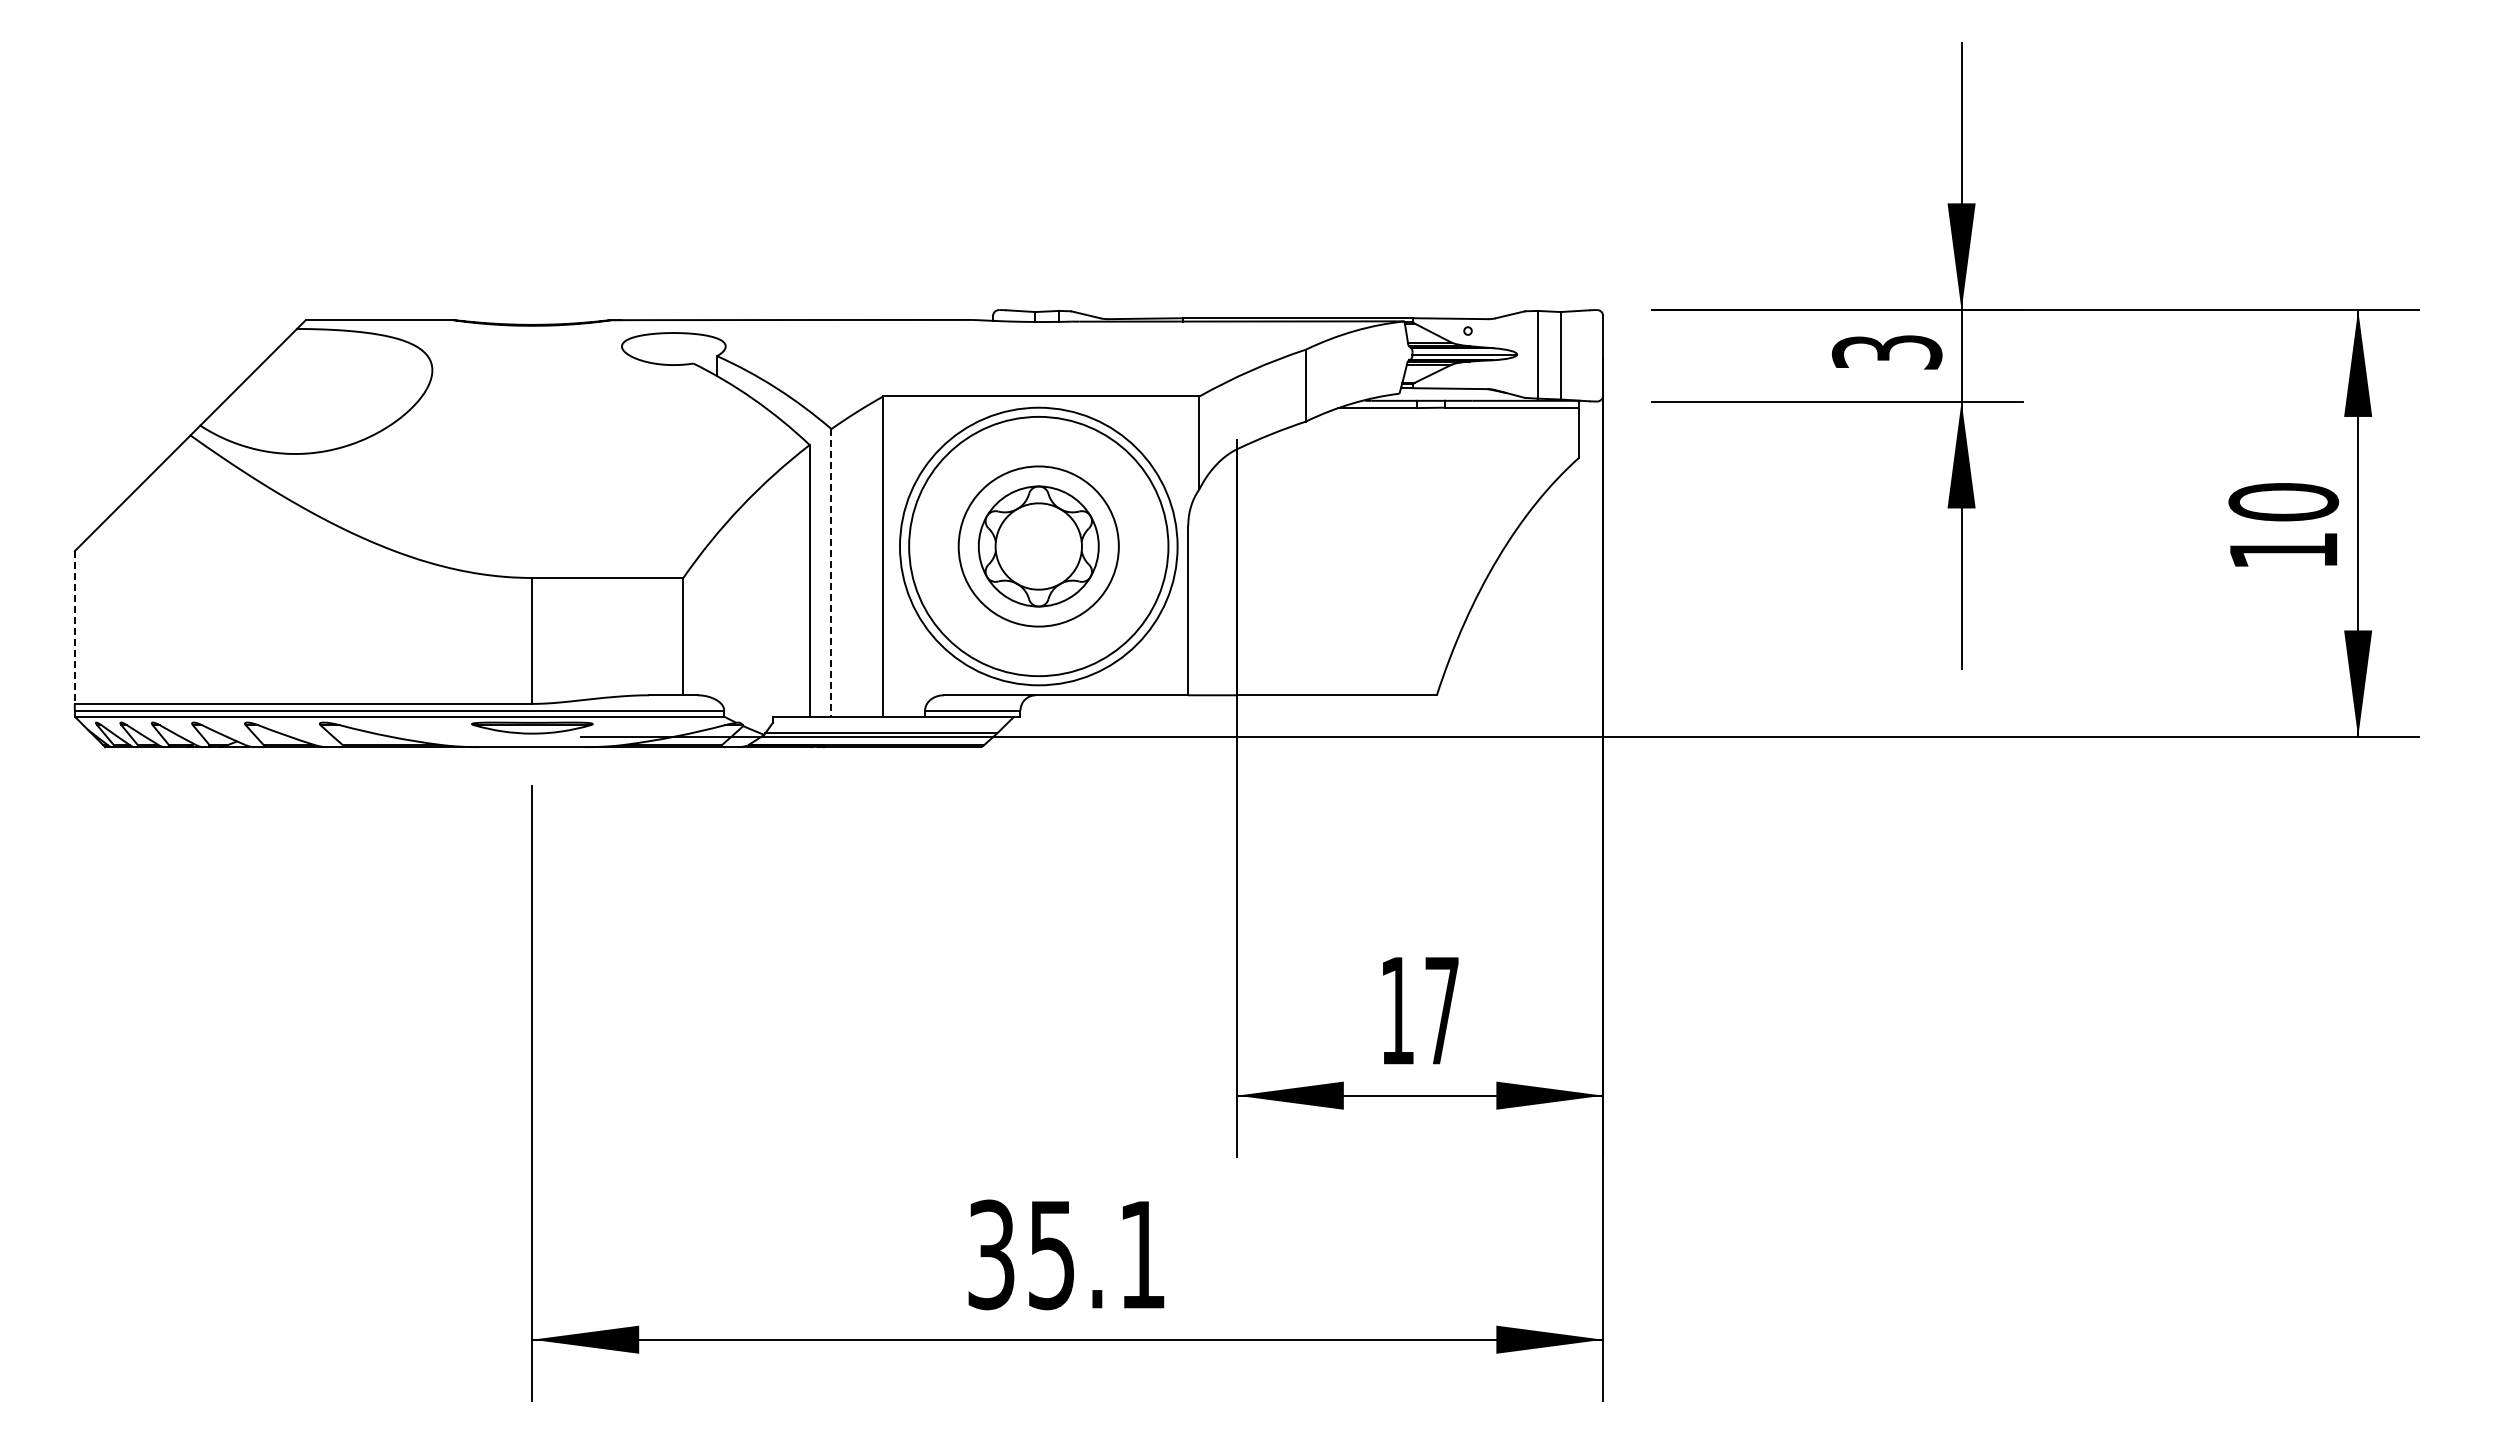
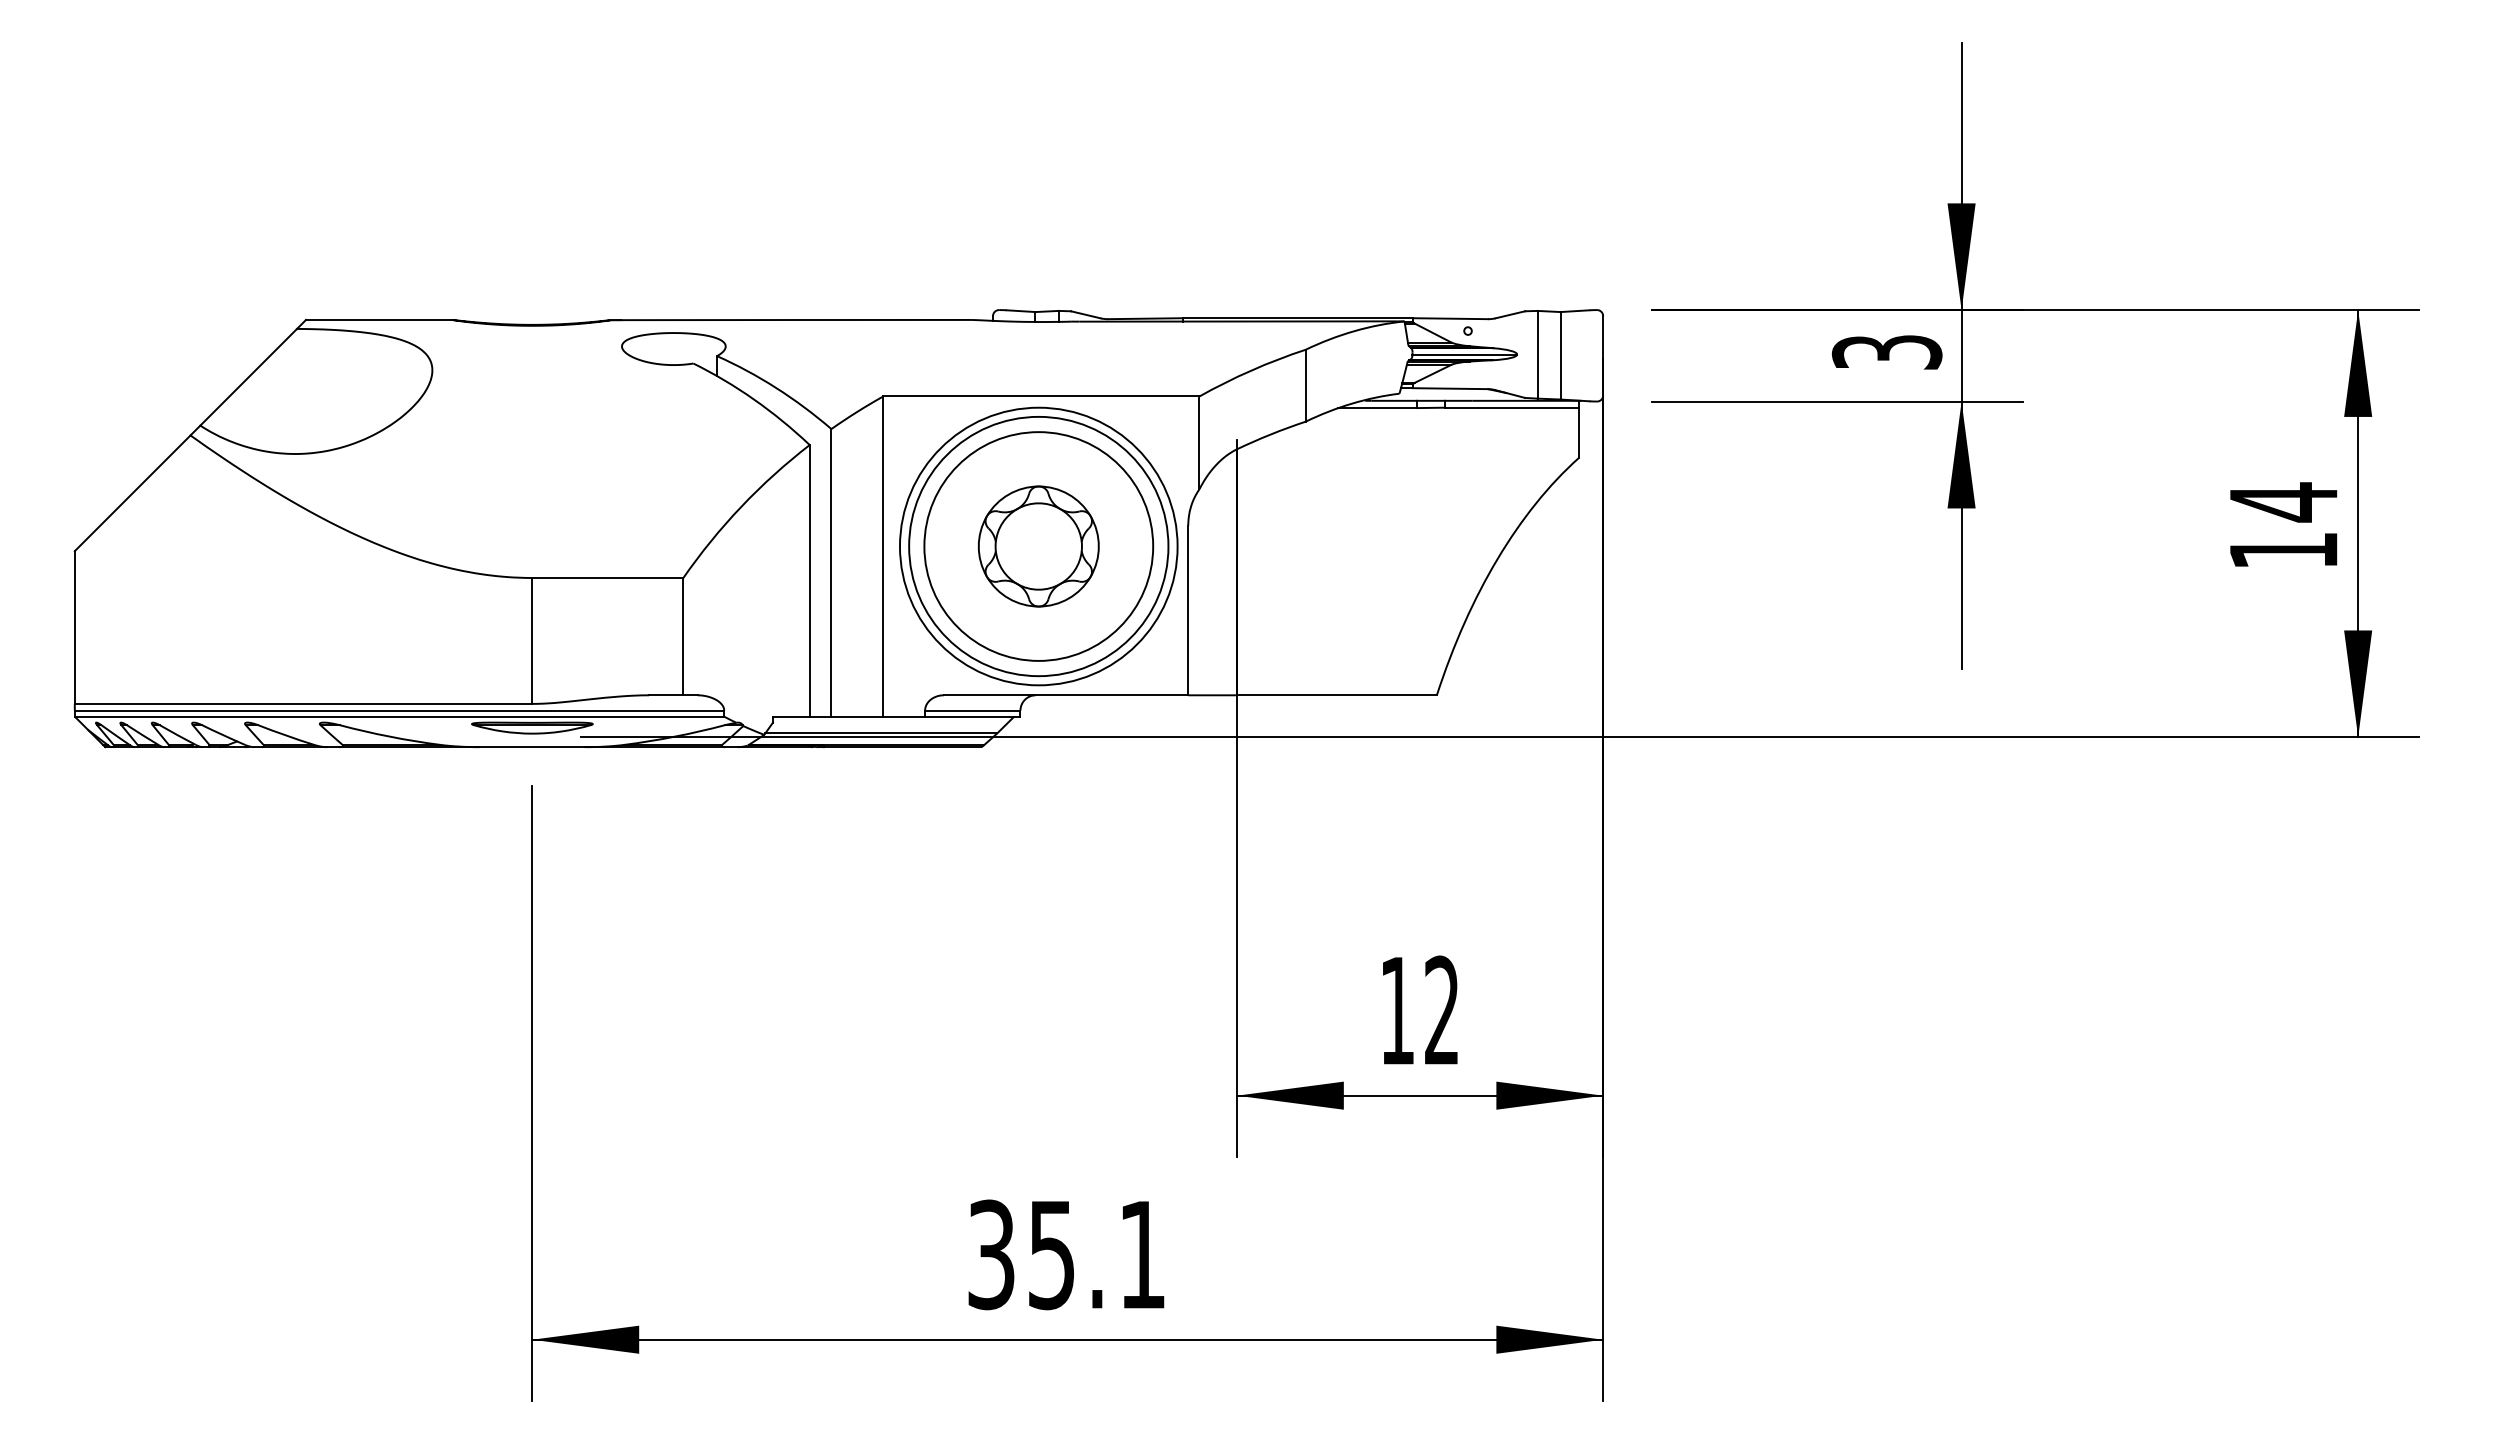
text at (2283, 502): 10 -> 14
circle at (1038, 546) diameter: 160 px -> 229 px
line at (831, 572): dashed -> solid
line at (74, 628): dashed -> solid
text at (1441, 1009): 17 -> 12
